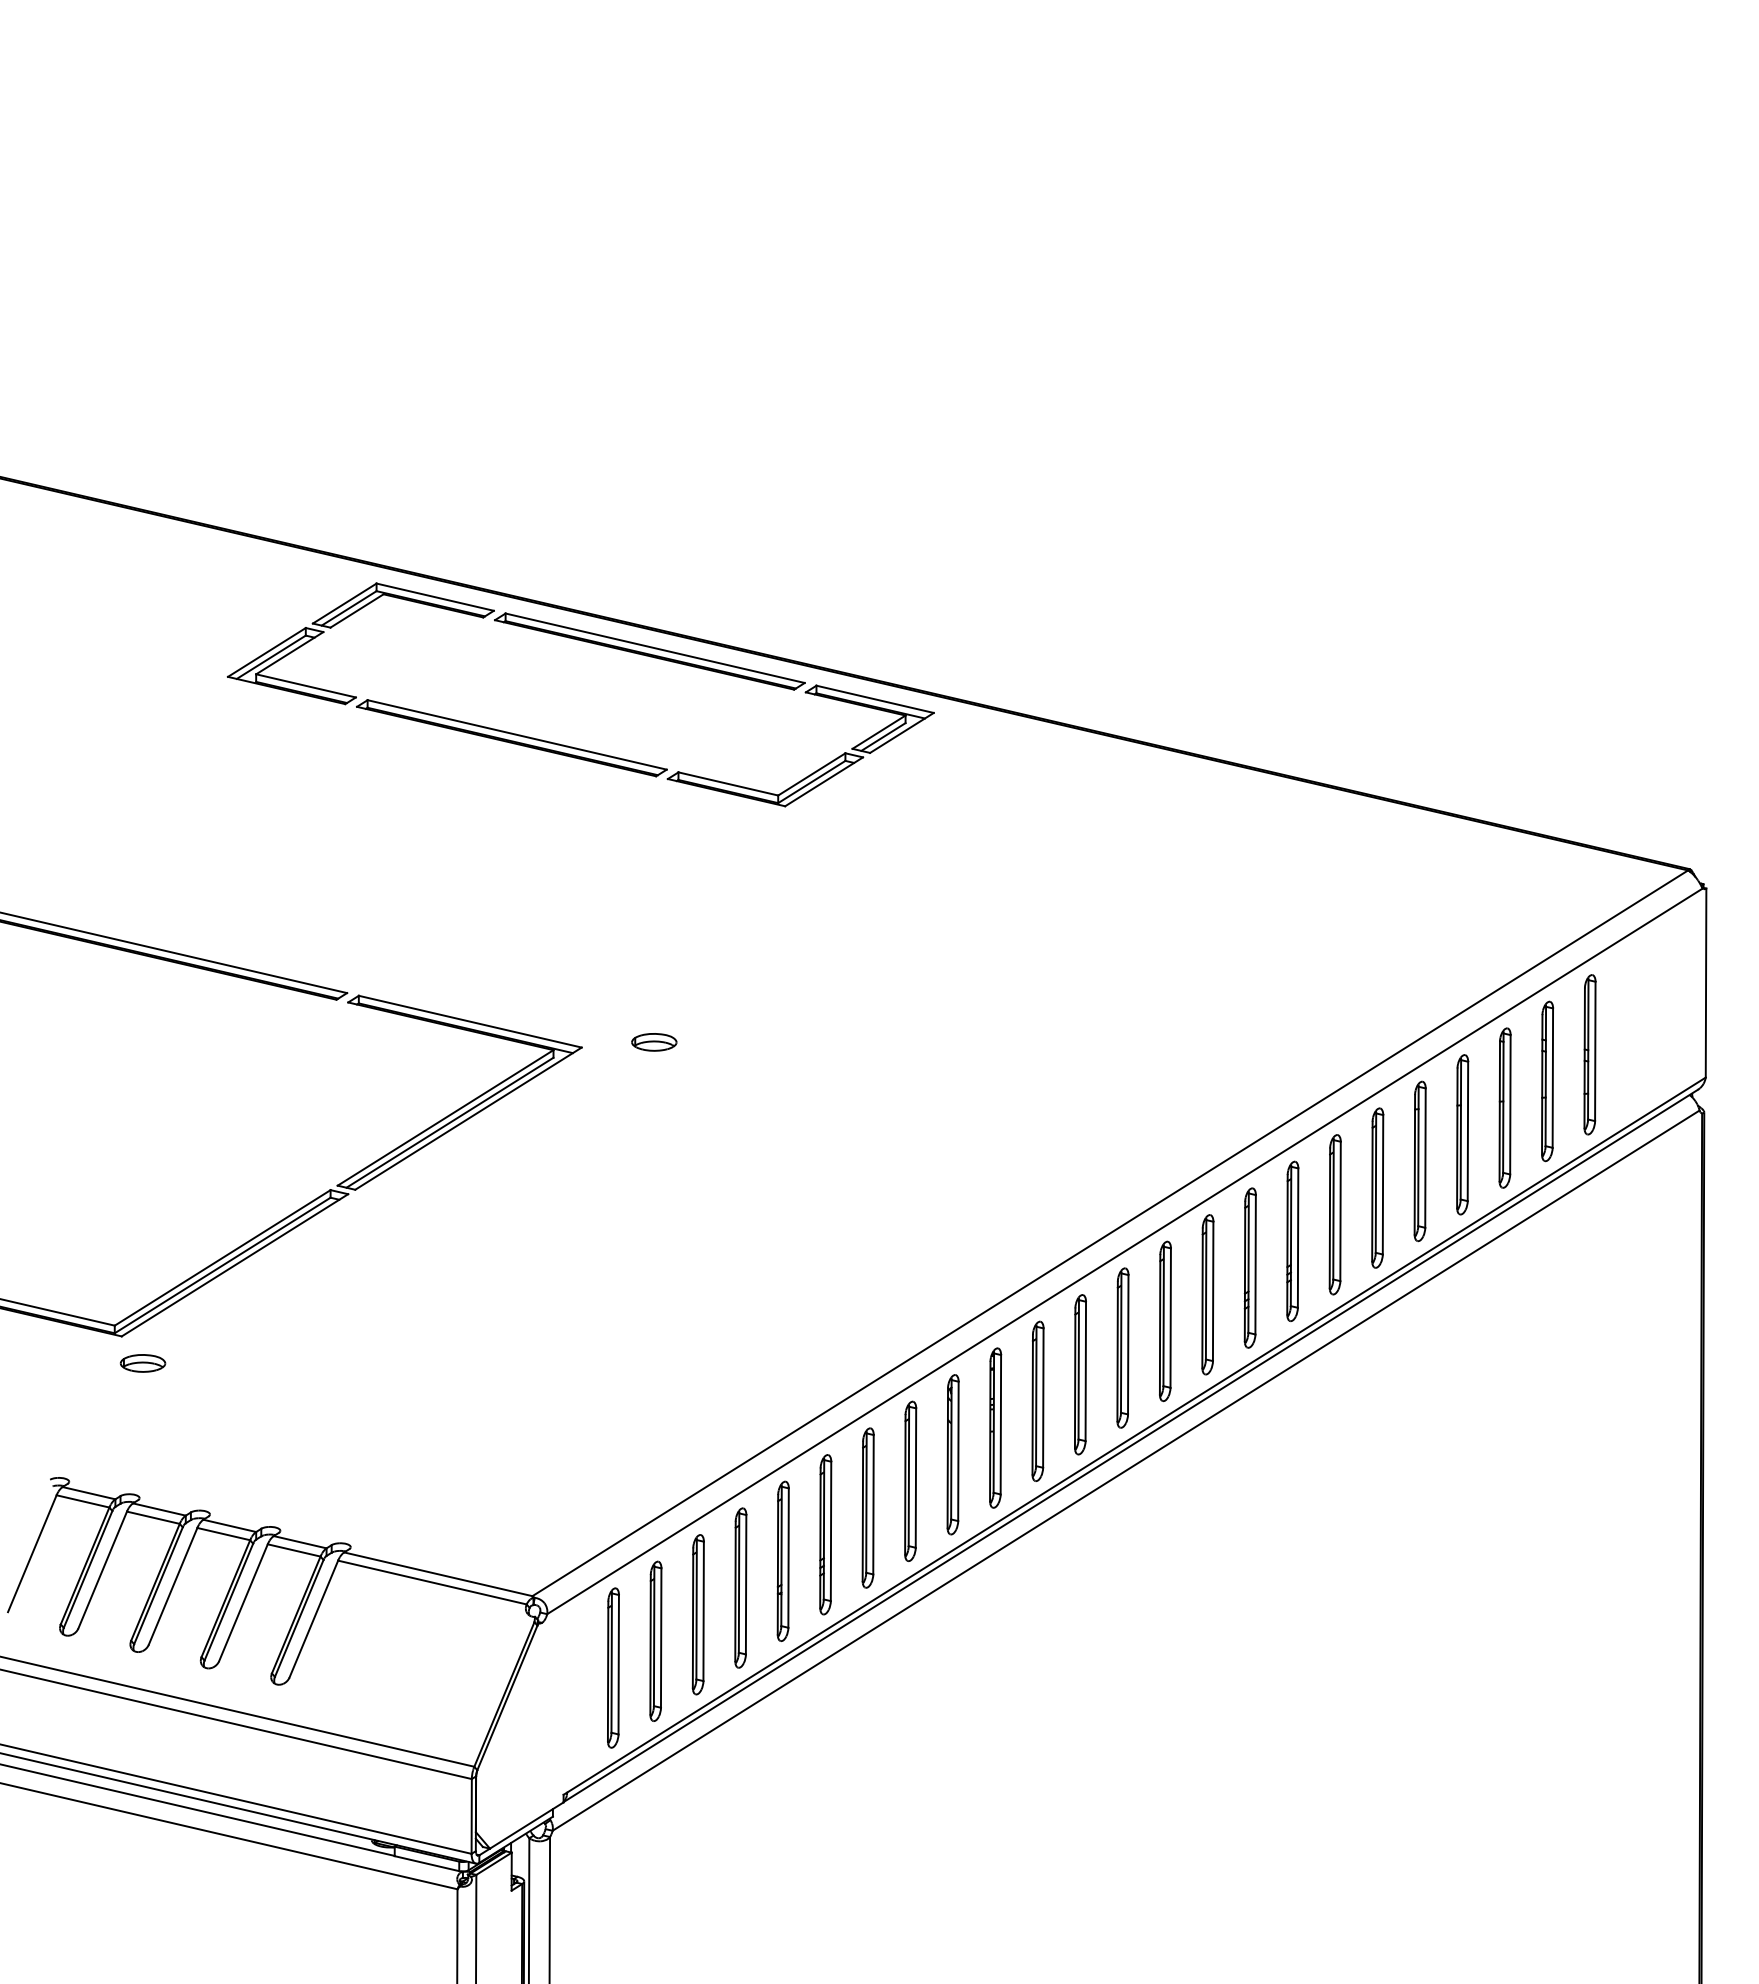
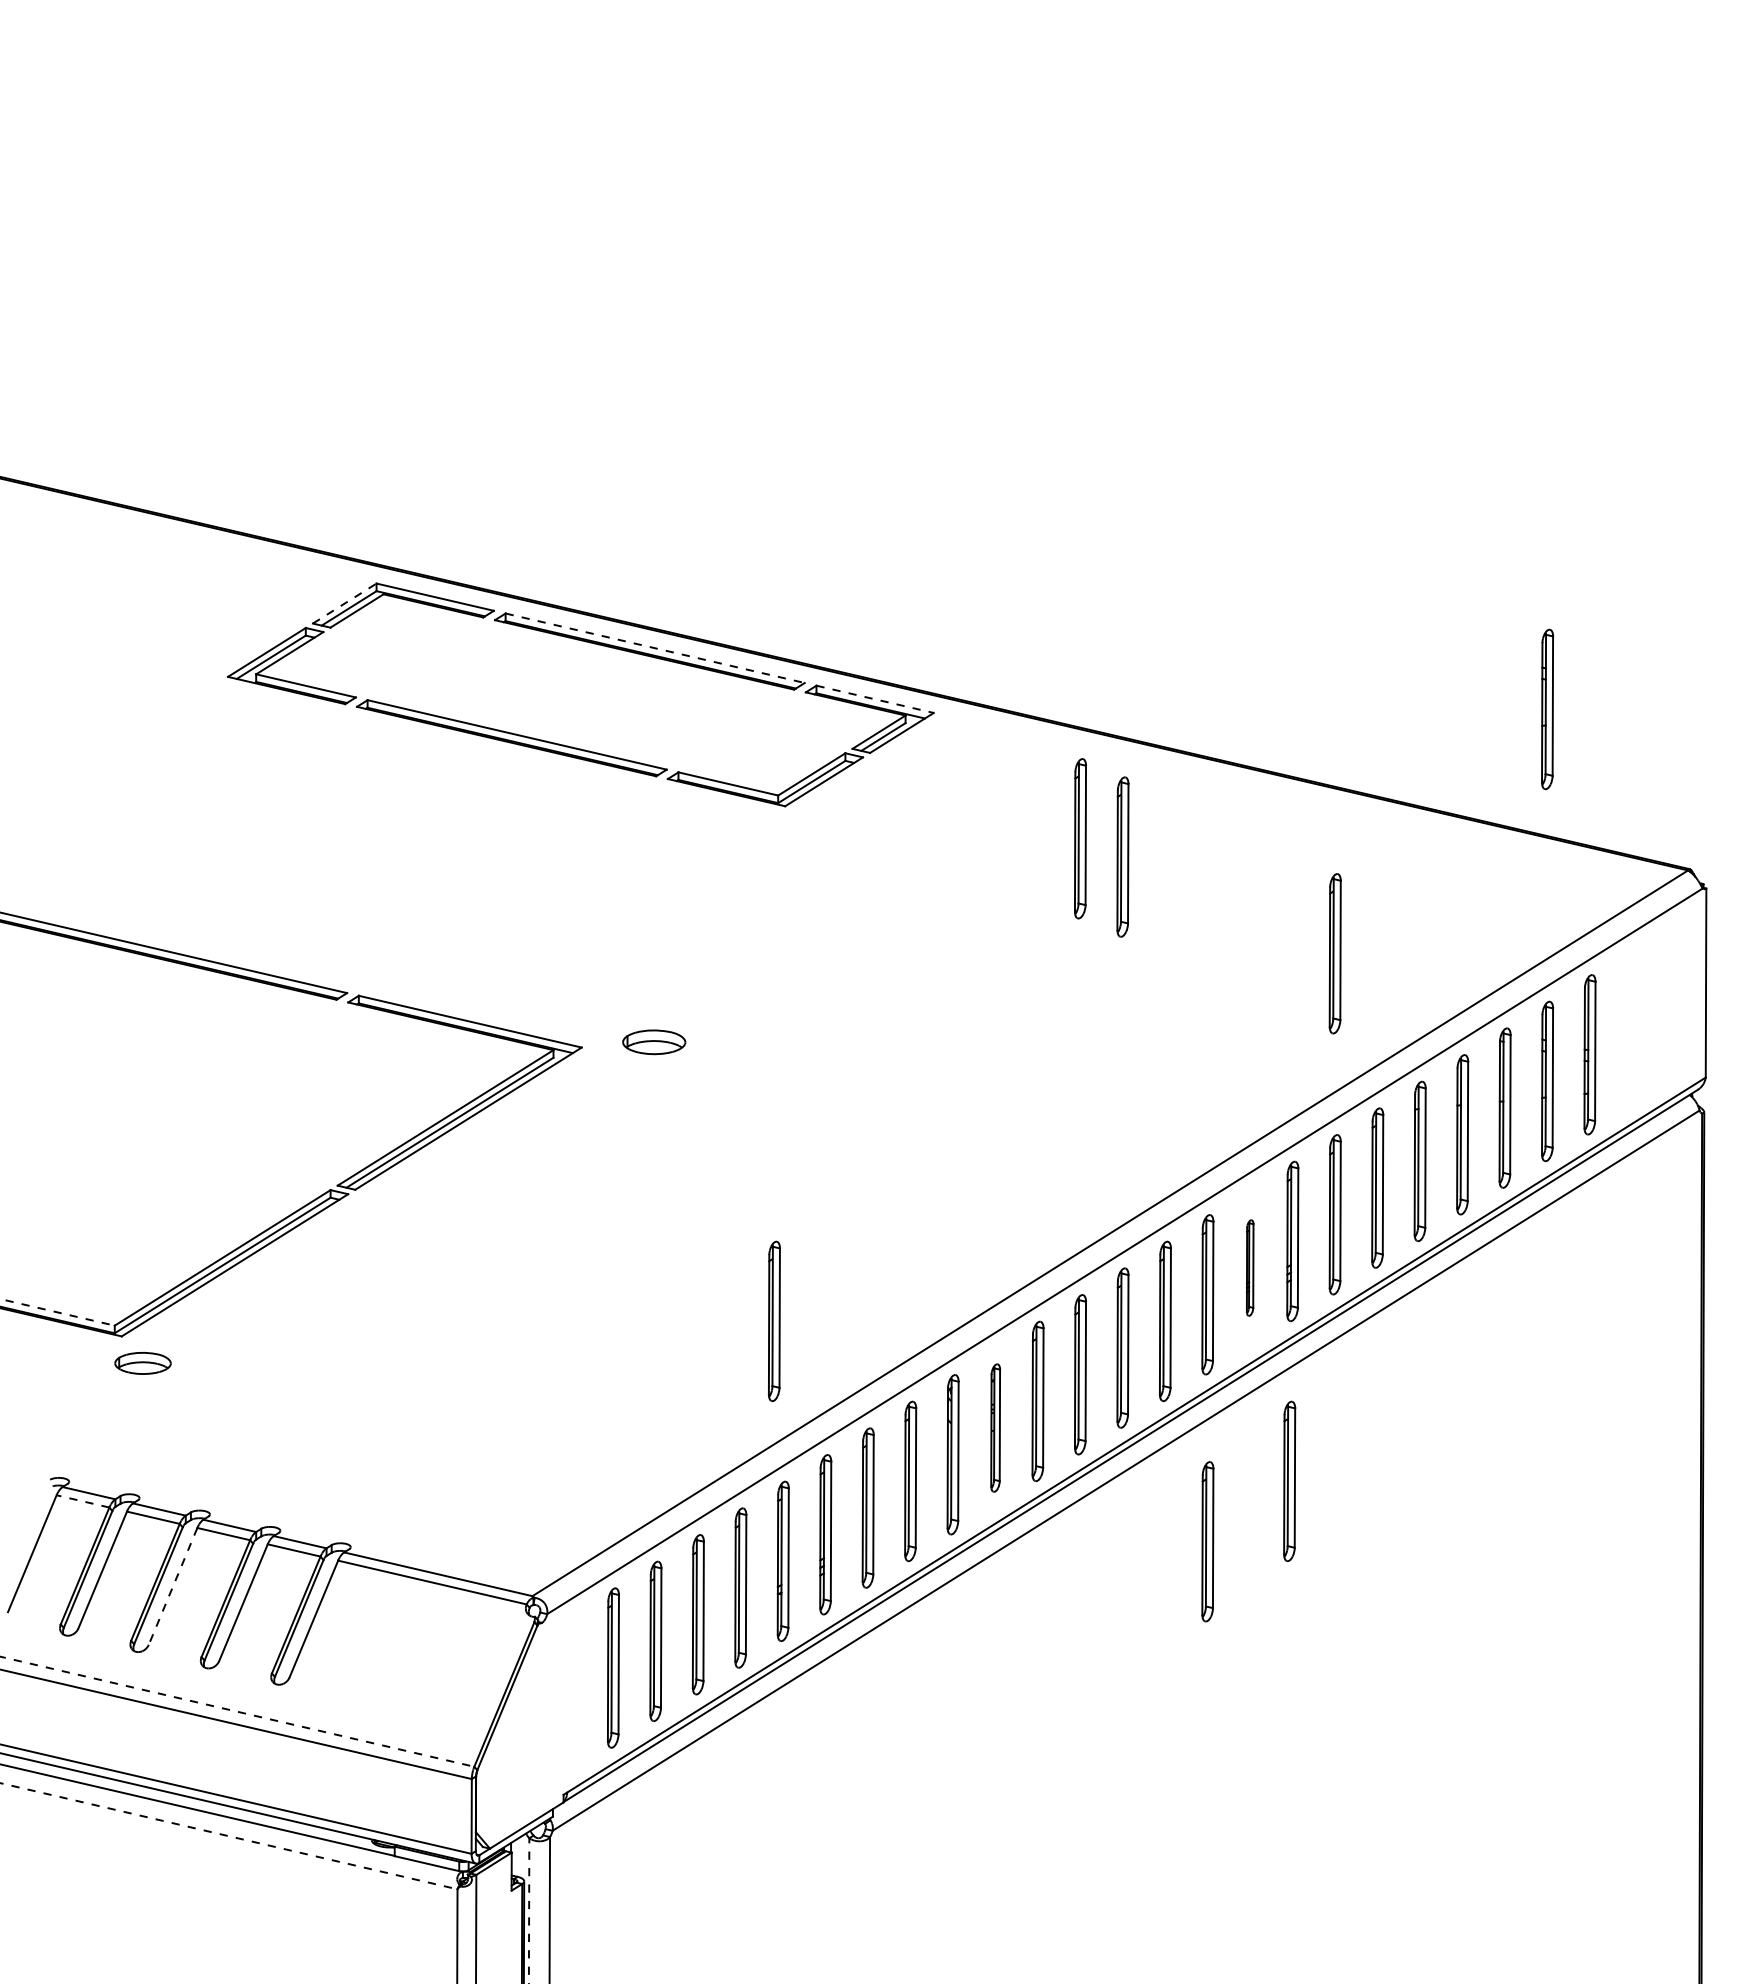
line at (344, 603): solid -> dashed
line at (655, 648): solid -> dashed
line at (875, 699): solid -> dashed
part at (1547, 709): none -> present
part at (1080, 838): none -> present
part at (1122, 856): none -> present
part at (1334, 953): none -> present
part at (654, 1042) size: 47x19 px -> 65x27 px
part at (1249, 1267) size: 14x162 px -> 10x98 px
line at (58, 1312): solid -> dashed
part at (774, 1321): none -> present
part at (142, 1363) size: 48x19 px -> 58x24 px
part at (995, 1427) size: 14x162 px -> 12x130 px
part at (1289, 1480): none -> present
line at (82, 1501): solid -> dashed
part at (1207, 1541): none -> present
line at (172, 1586): solid -> dashed
line at (237, 1711): solid -> dashed
line at (229, 1836): solid -> dashed
line at (529, 1910): solid -> dashed
